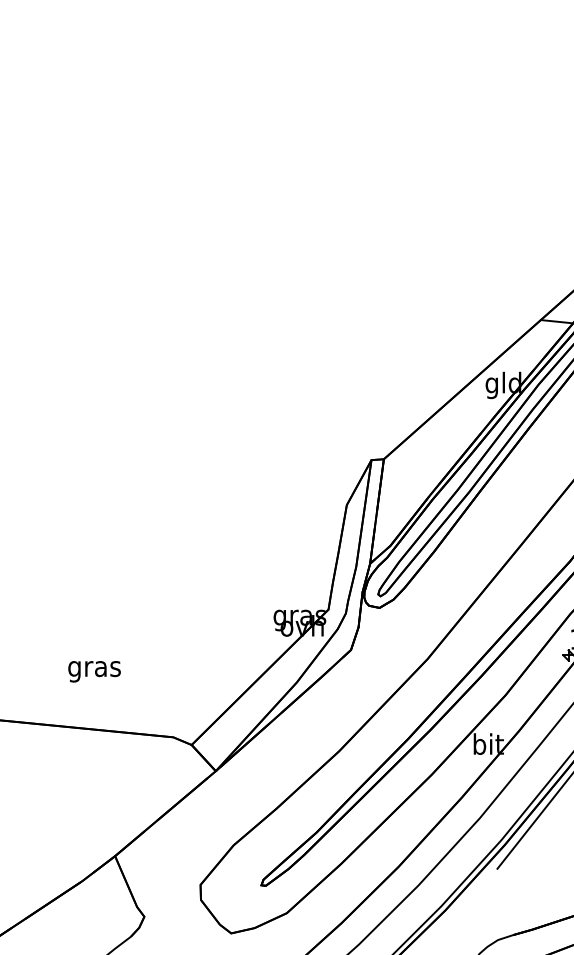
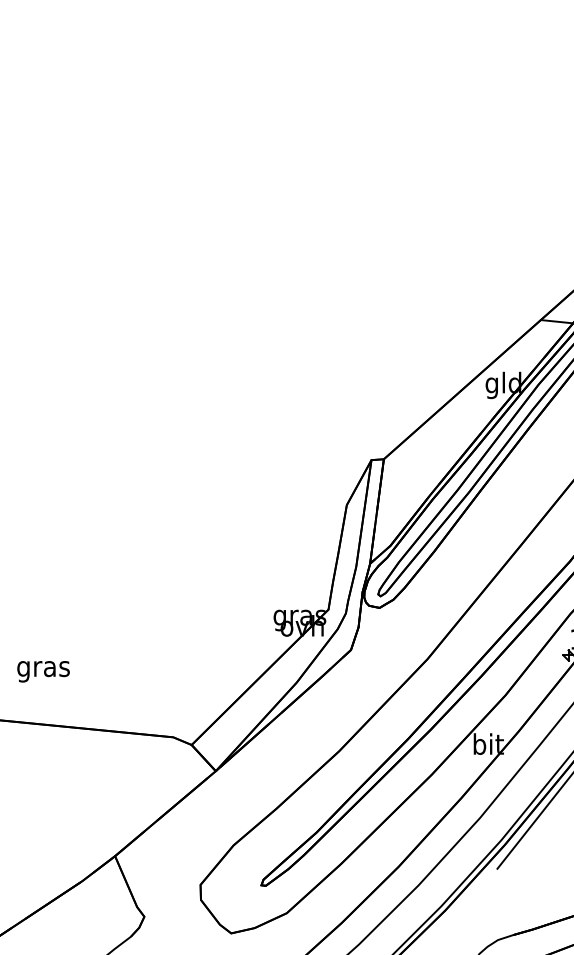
text at (94, 671) position: (94, 671) -> (43, 671)
